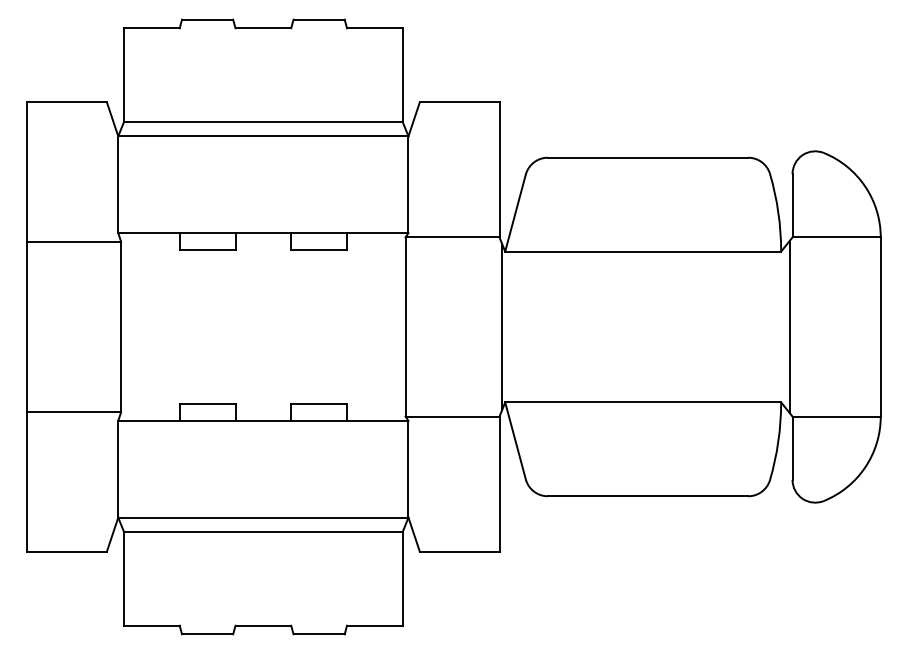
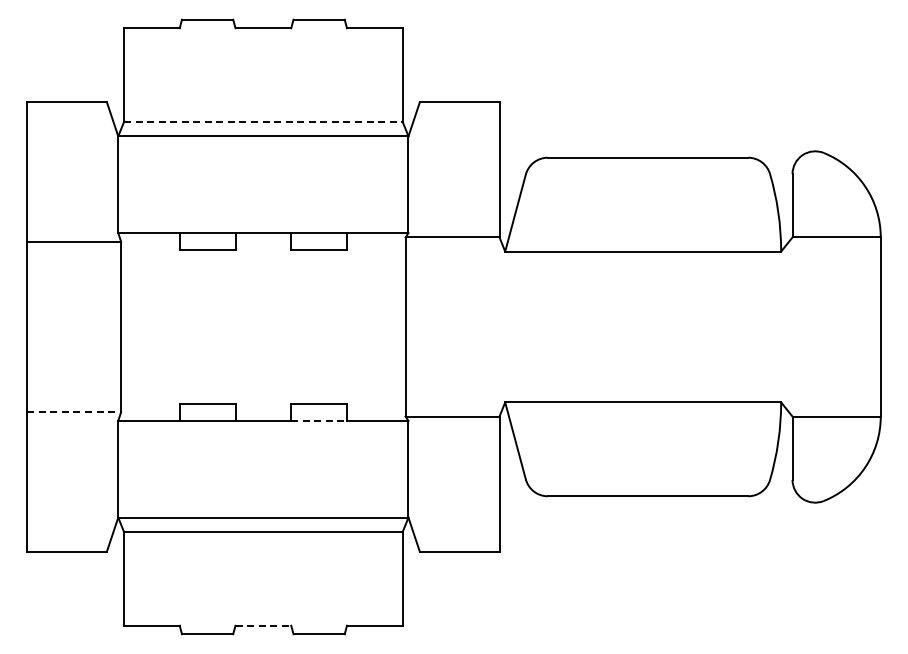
line at (263, 122): solid -> dashed
line at (502, 326): present -> none
line at (789, 326): present -> none
line at (74, 412): solid -> dashed
line at (319, 420): solid -> dashed
line at (263, 625): solid -> dashed
